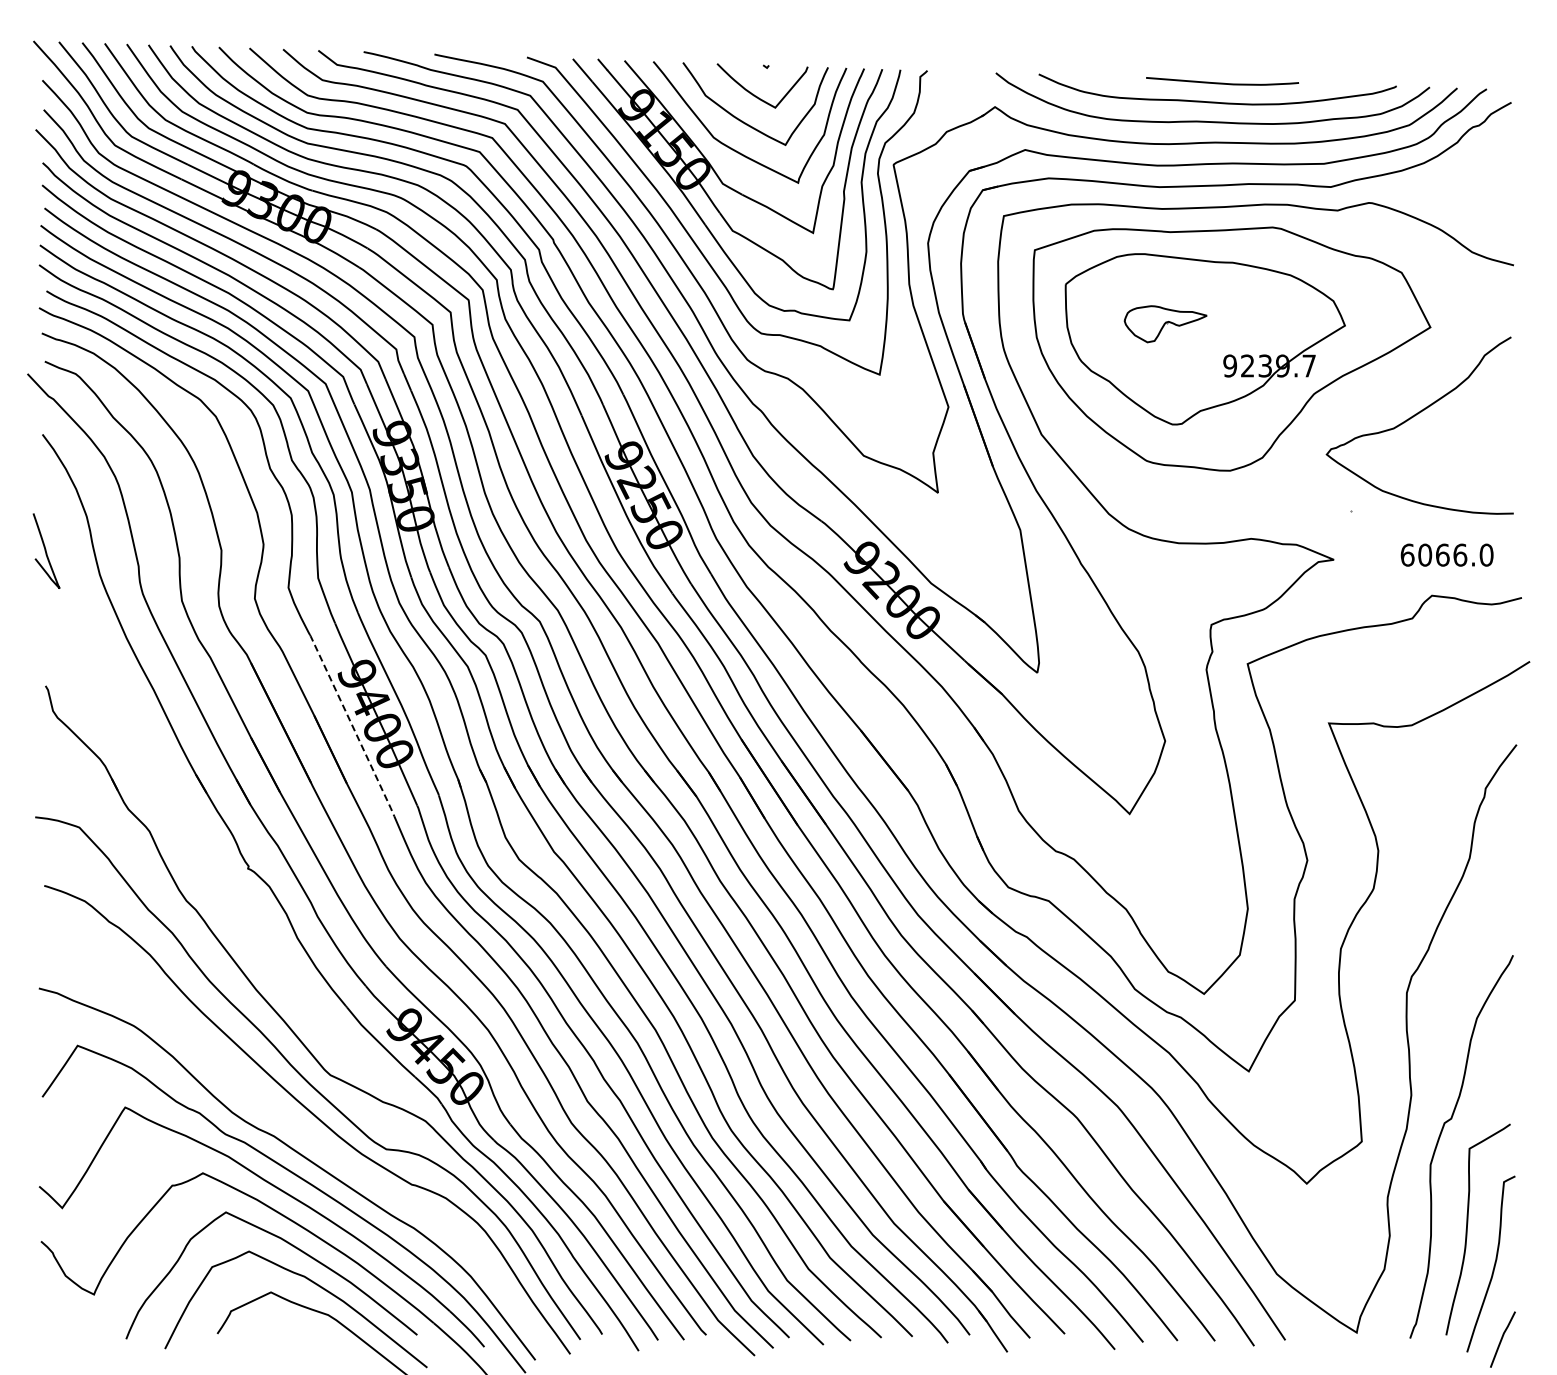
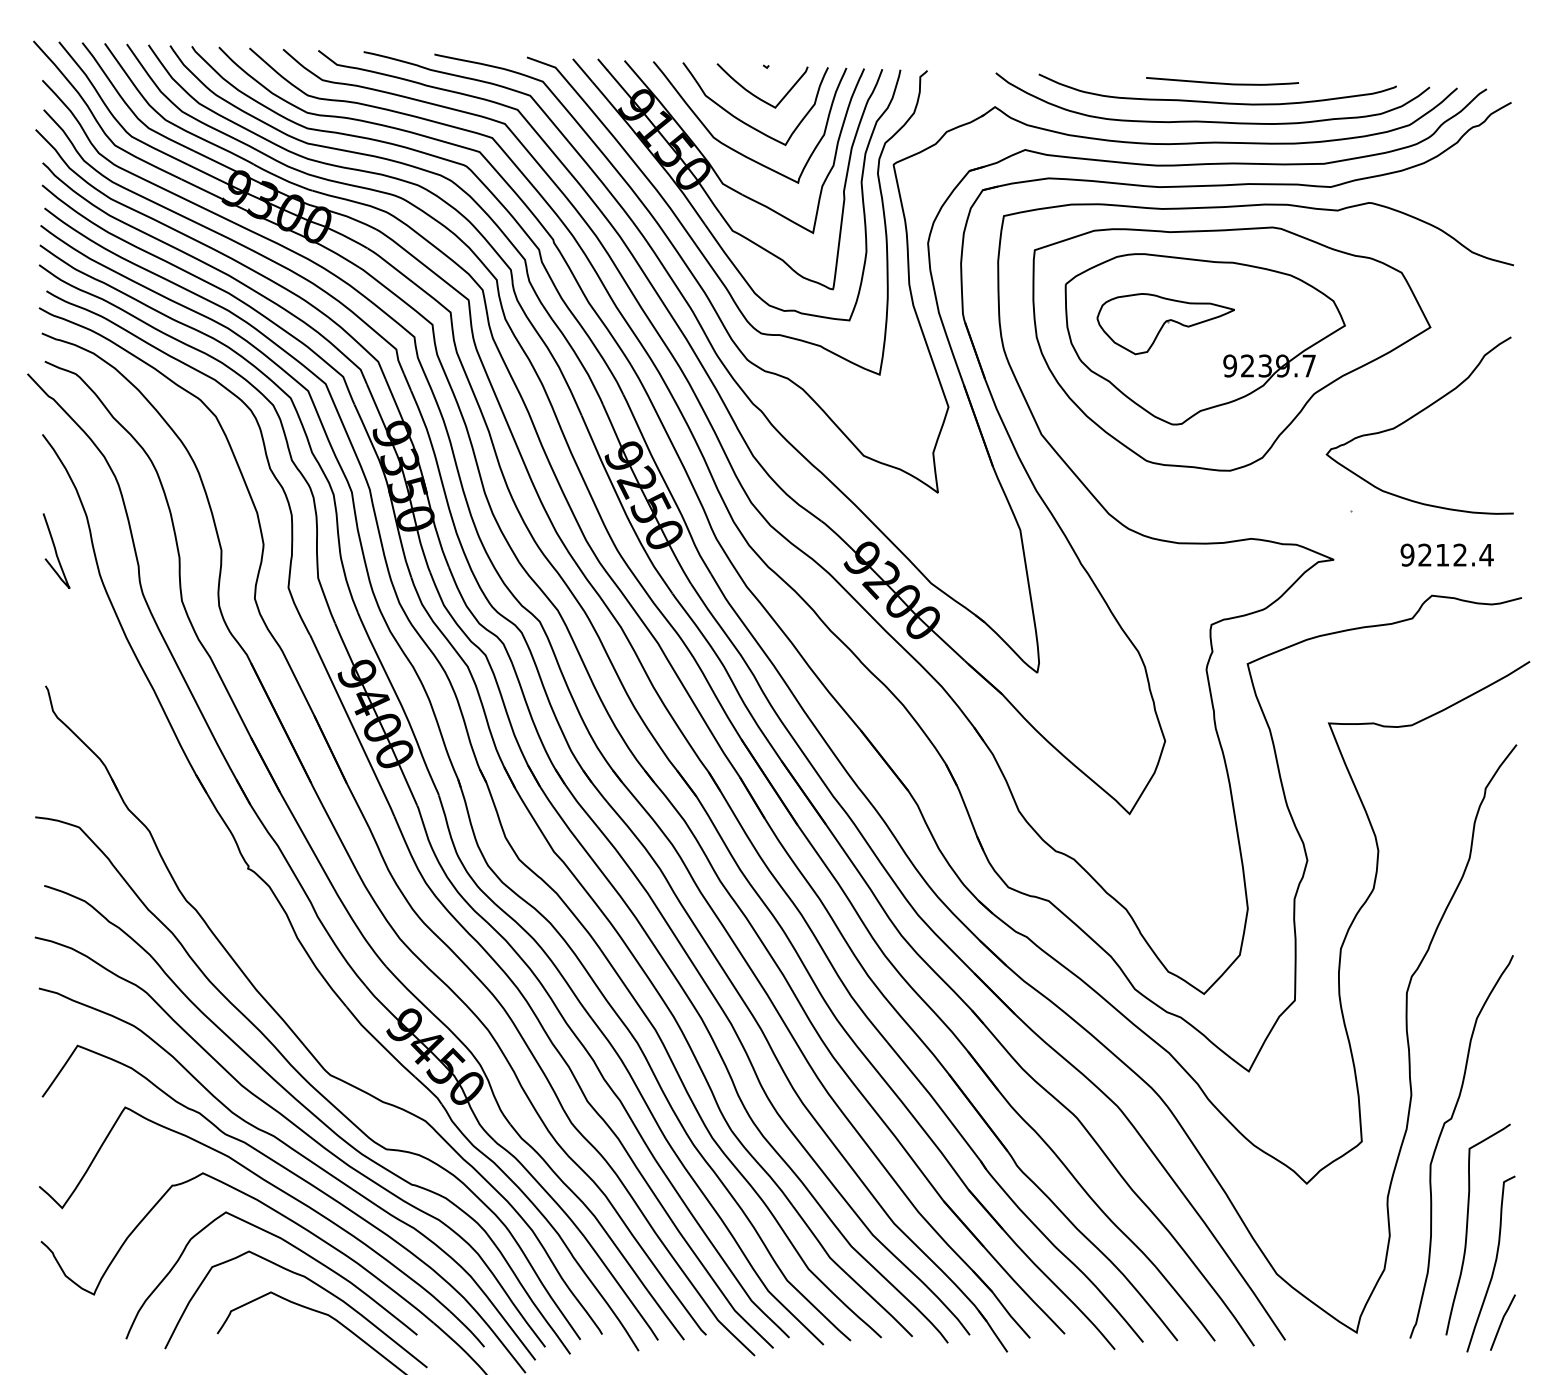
part at (1165, 324) size: 85x39 px -> 139x63 px
curve at (46, 550) position: (46, 550) -> (56, 550)
text at (1446, 554): 6066.0 -> 9212.4
line at (352, 725): dashed -> solid
curve at (297, 1128): none -> present
line at (1502, 1339) position: (1502, 1339) -> (1502, 1322)
